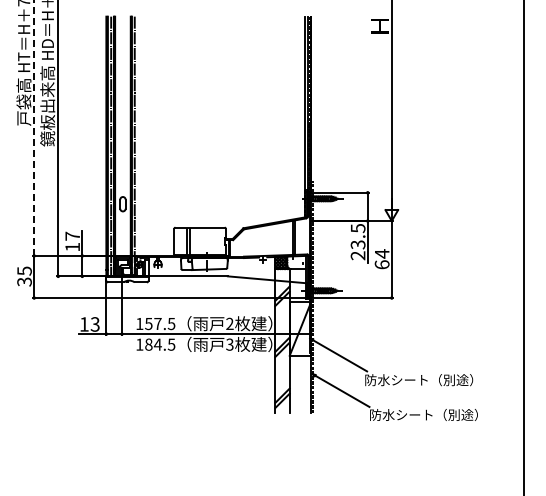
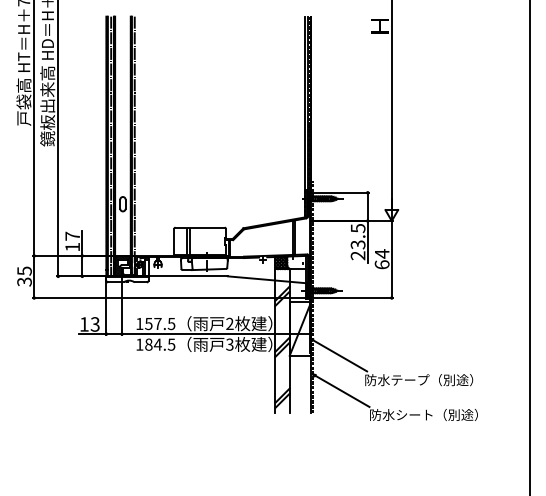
line at (34, 128): dashed -> solid
line at (523, 247) position: (523, 247) -> (529, 247)
text at (410, 379): 防水シート（別途） -> 防水テープ（別途）
